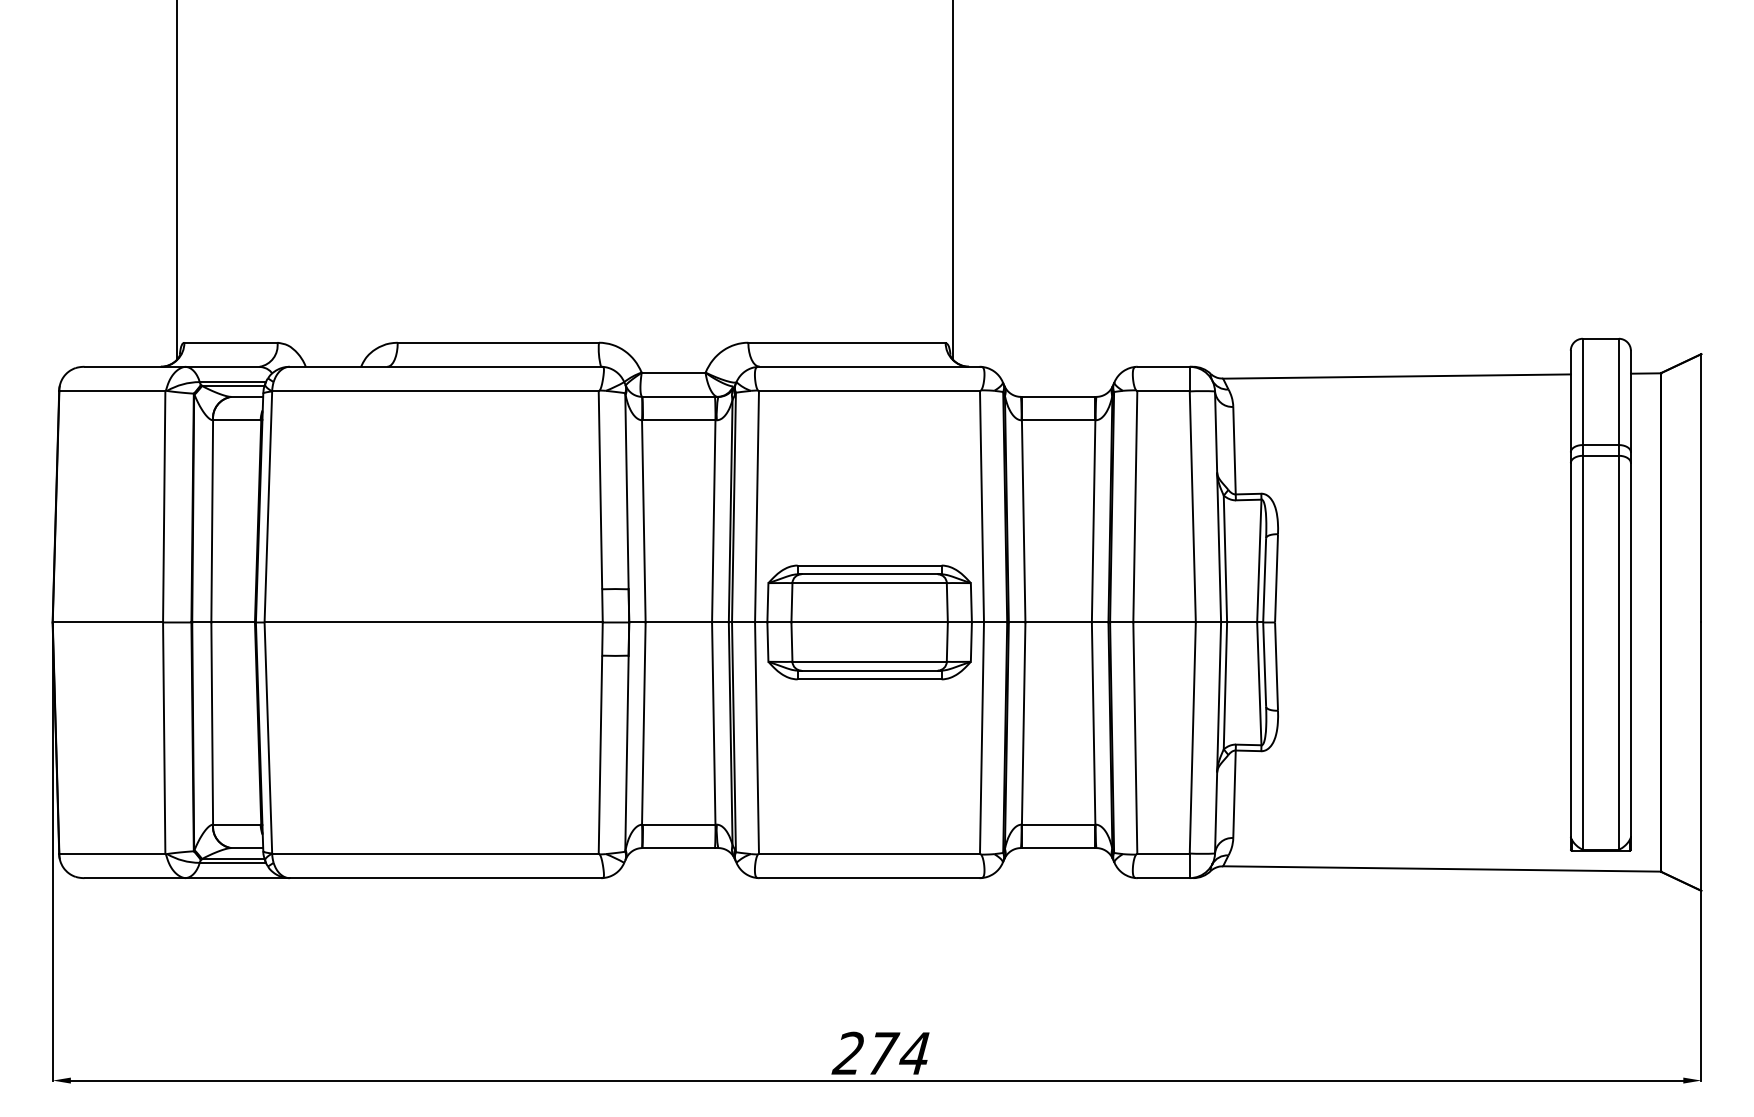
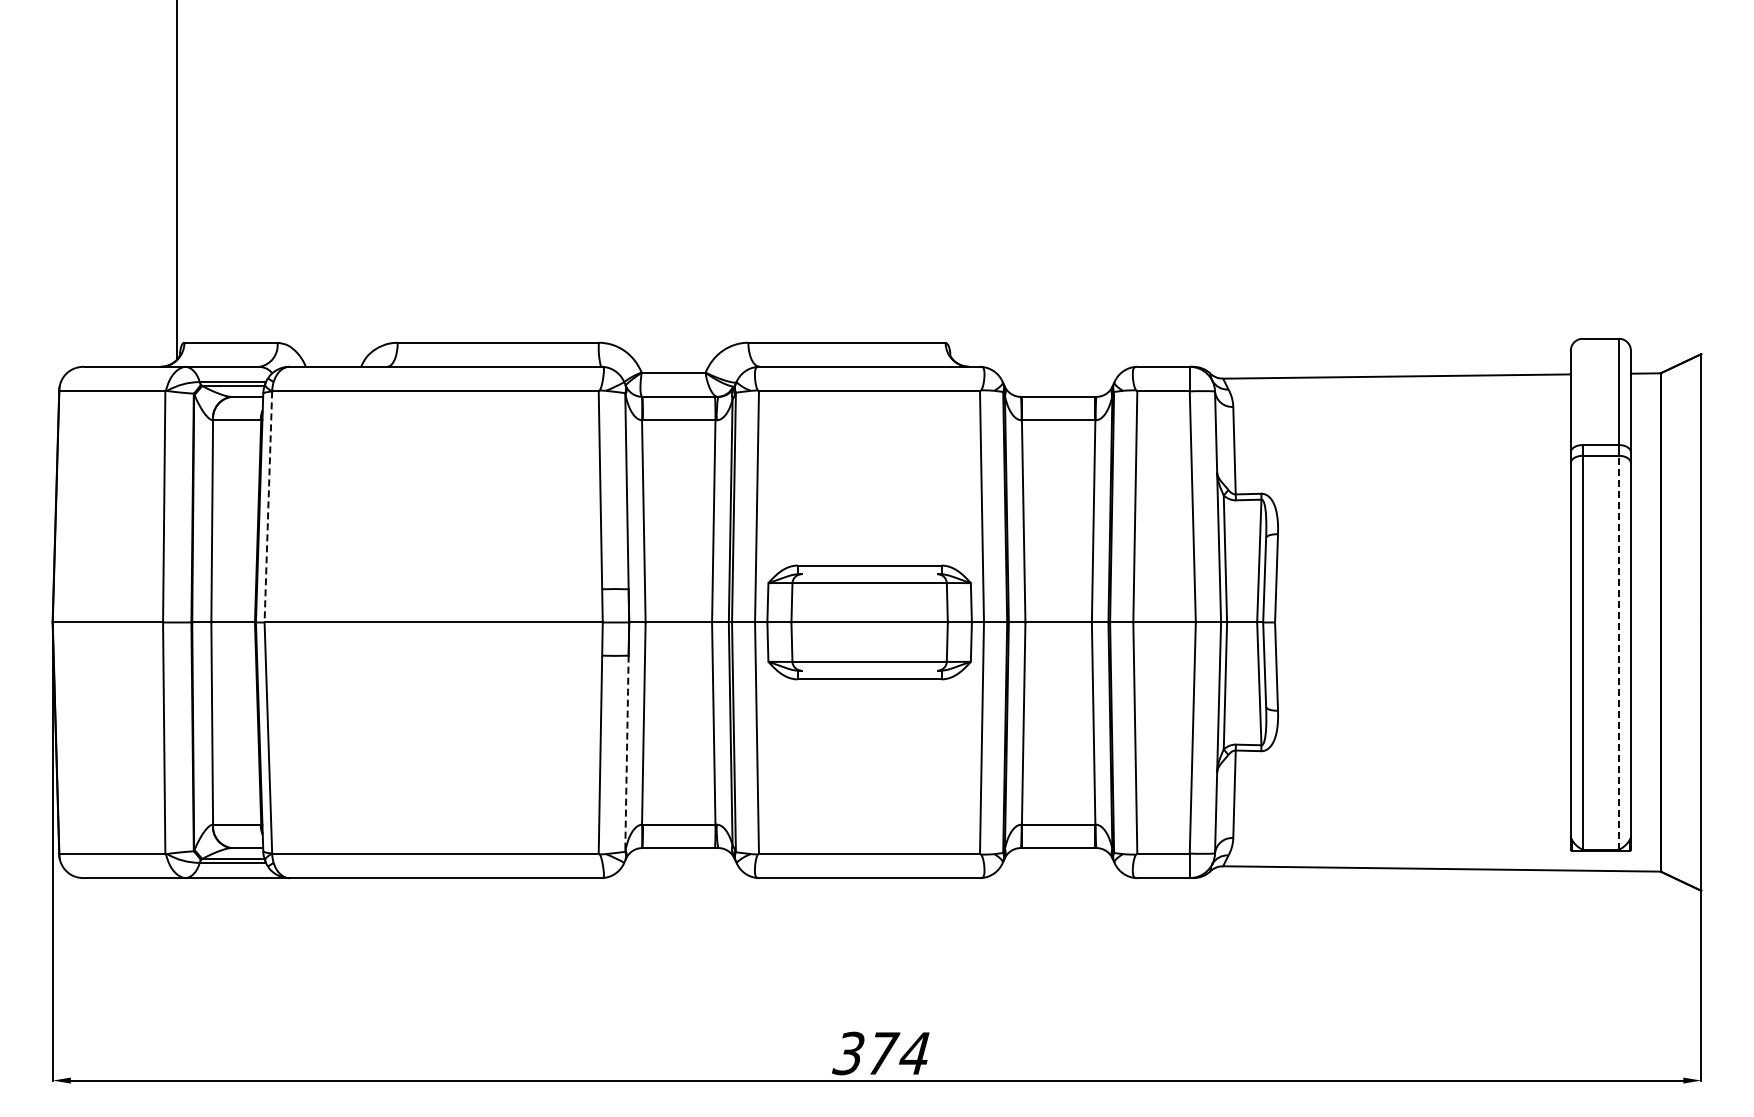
line at (953, 180): present -> none
line at (1582, 391): present -> none
line at (268, 506): solid -> dashed
line at (869, 574): present -> none
line at (1618, 652): solid -> dashed
line at (869, 670): present -> none
line at (626, 753): solid -> dashed
text at (847, 1053): 274 -> 374
